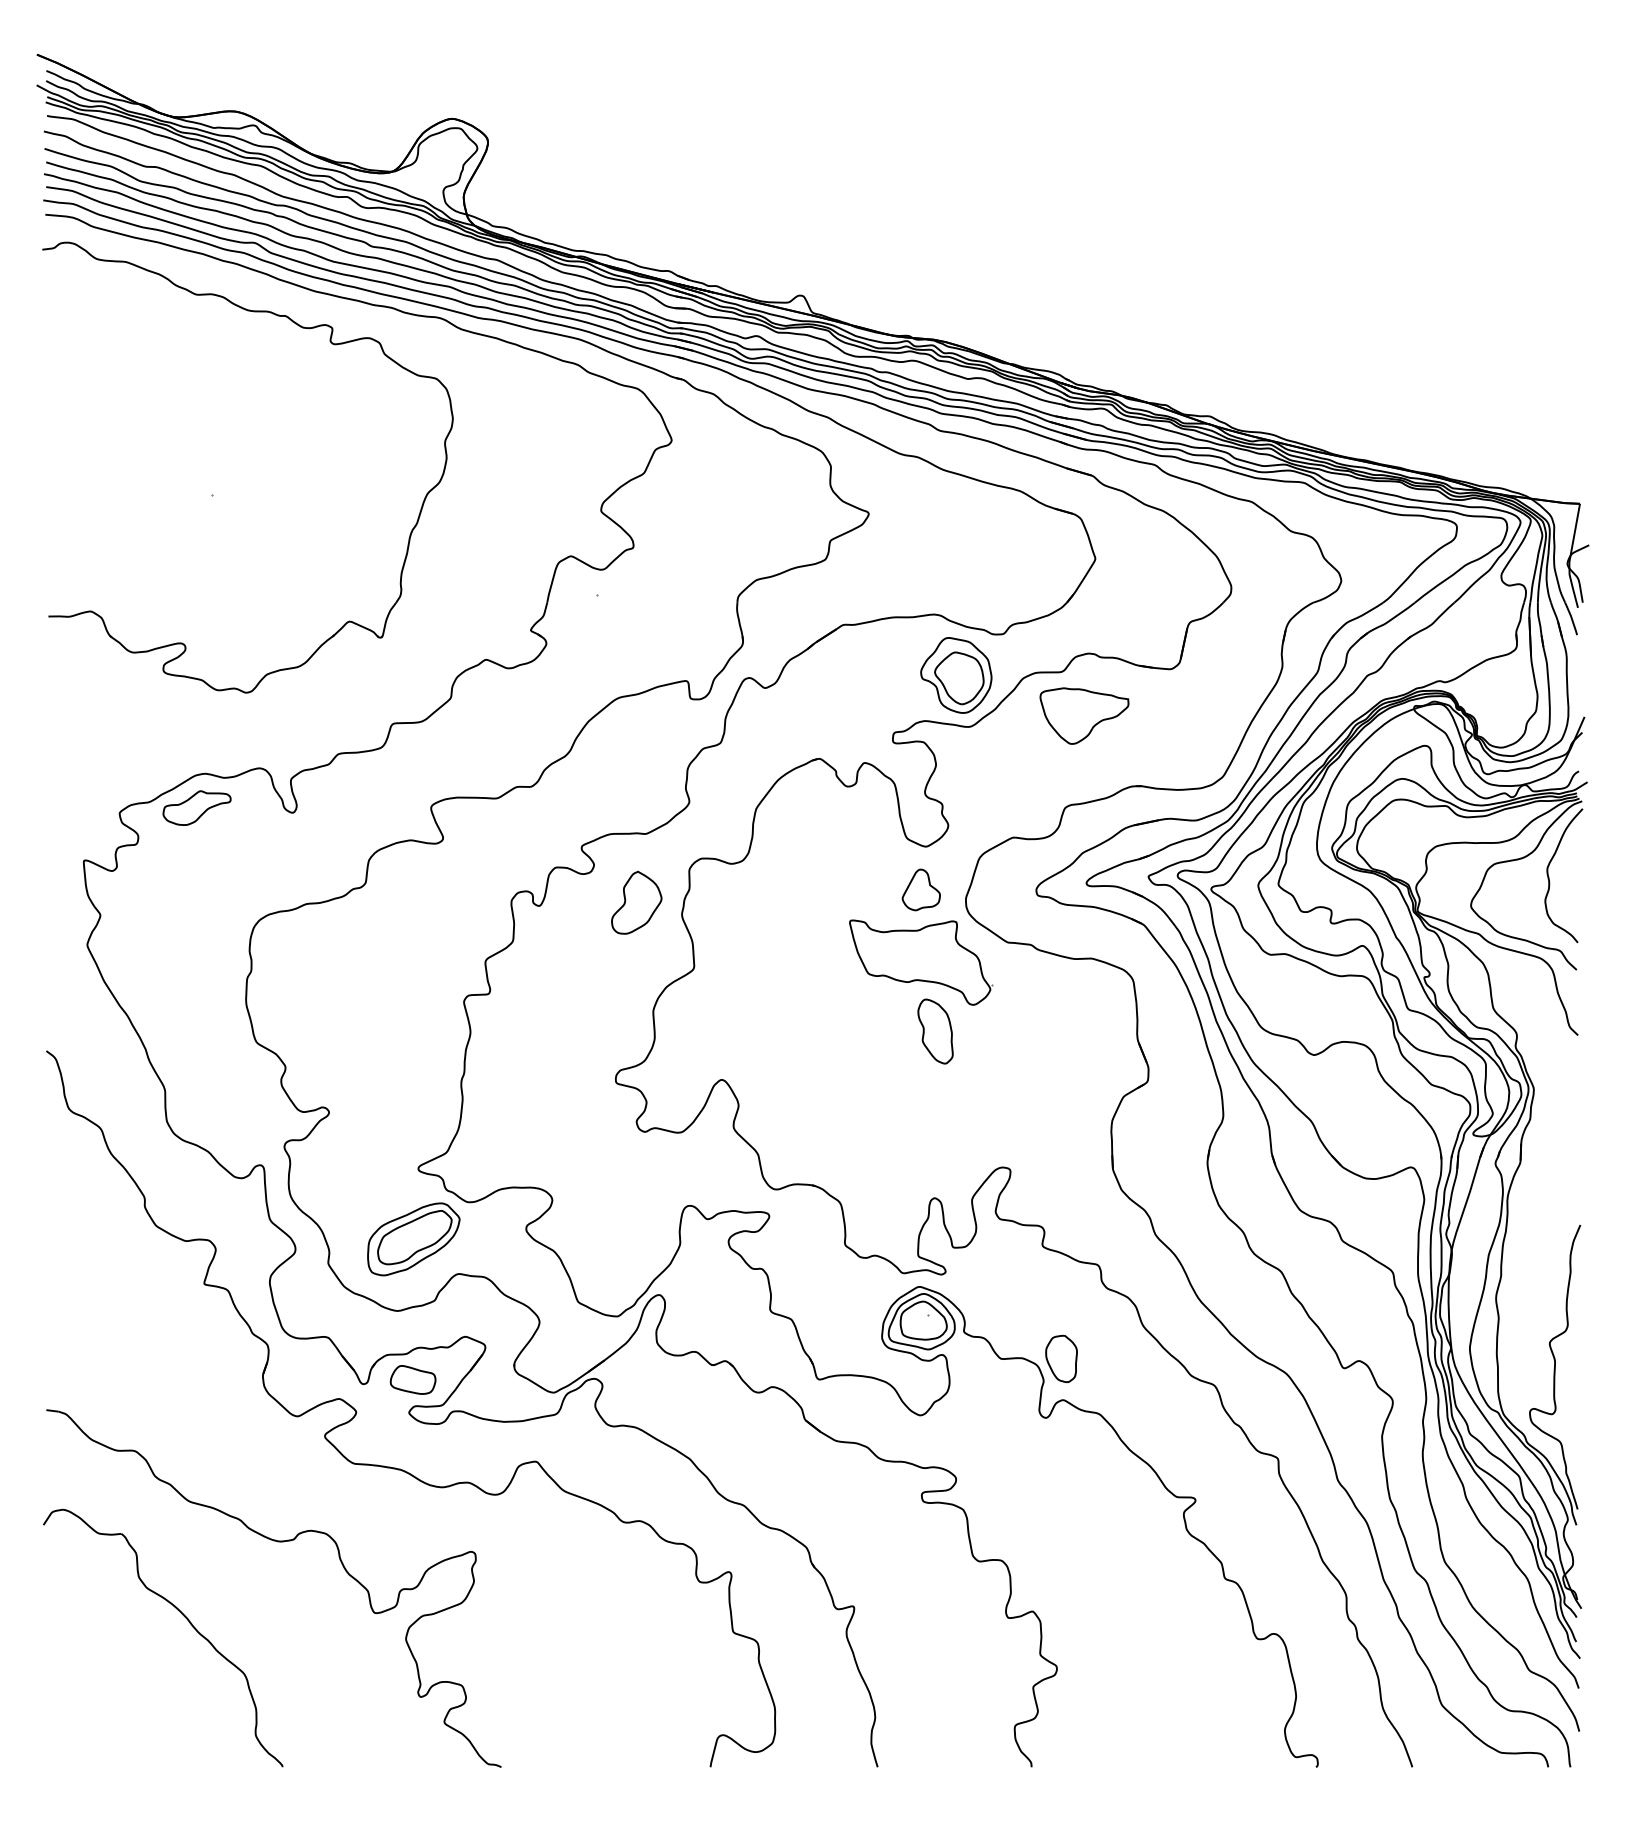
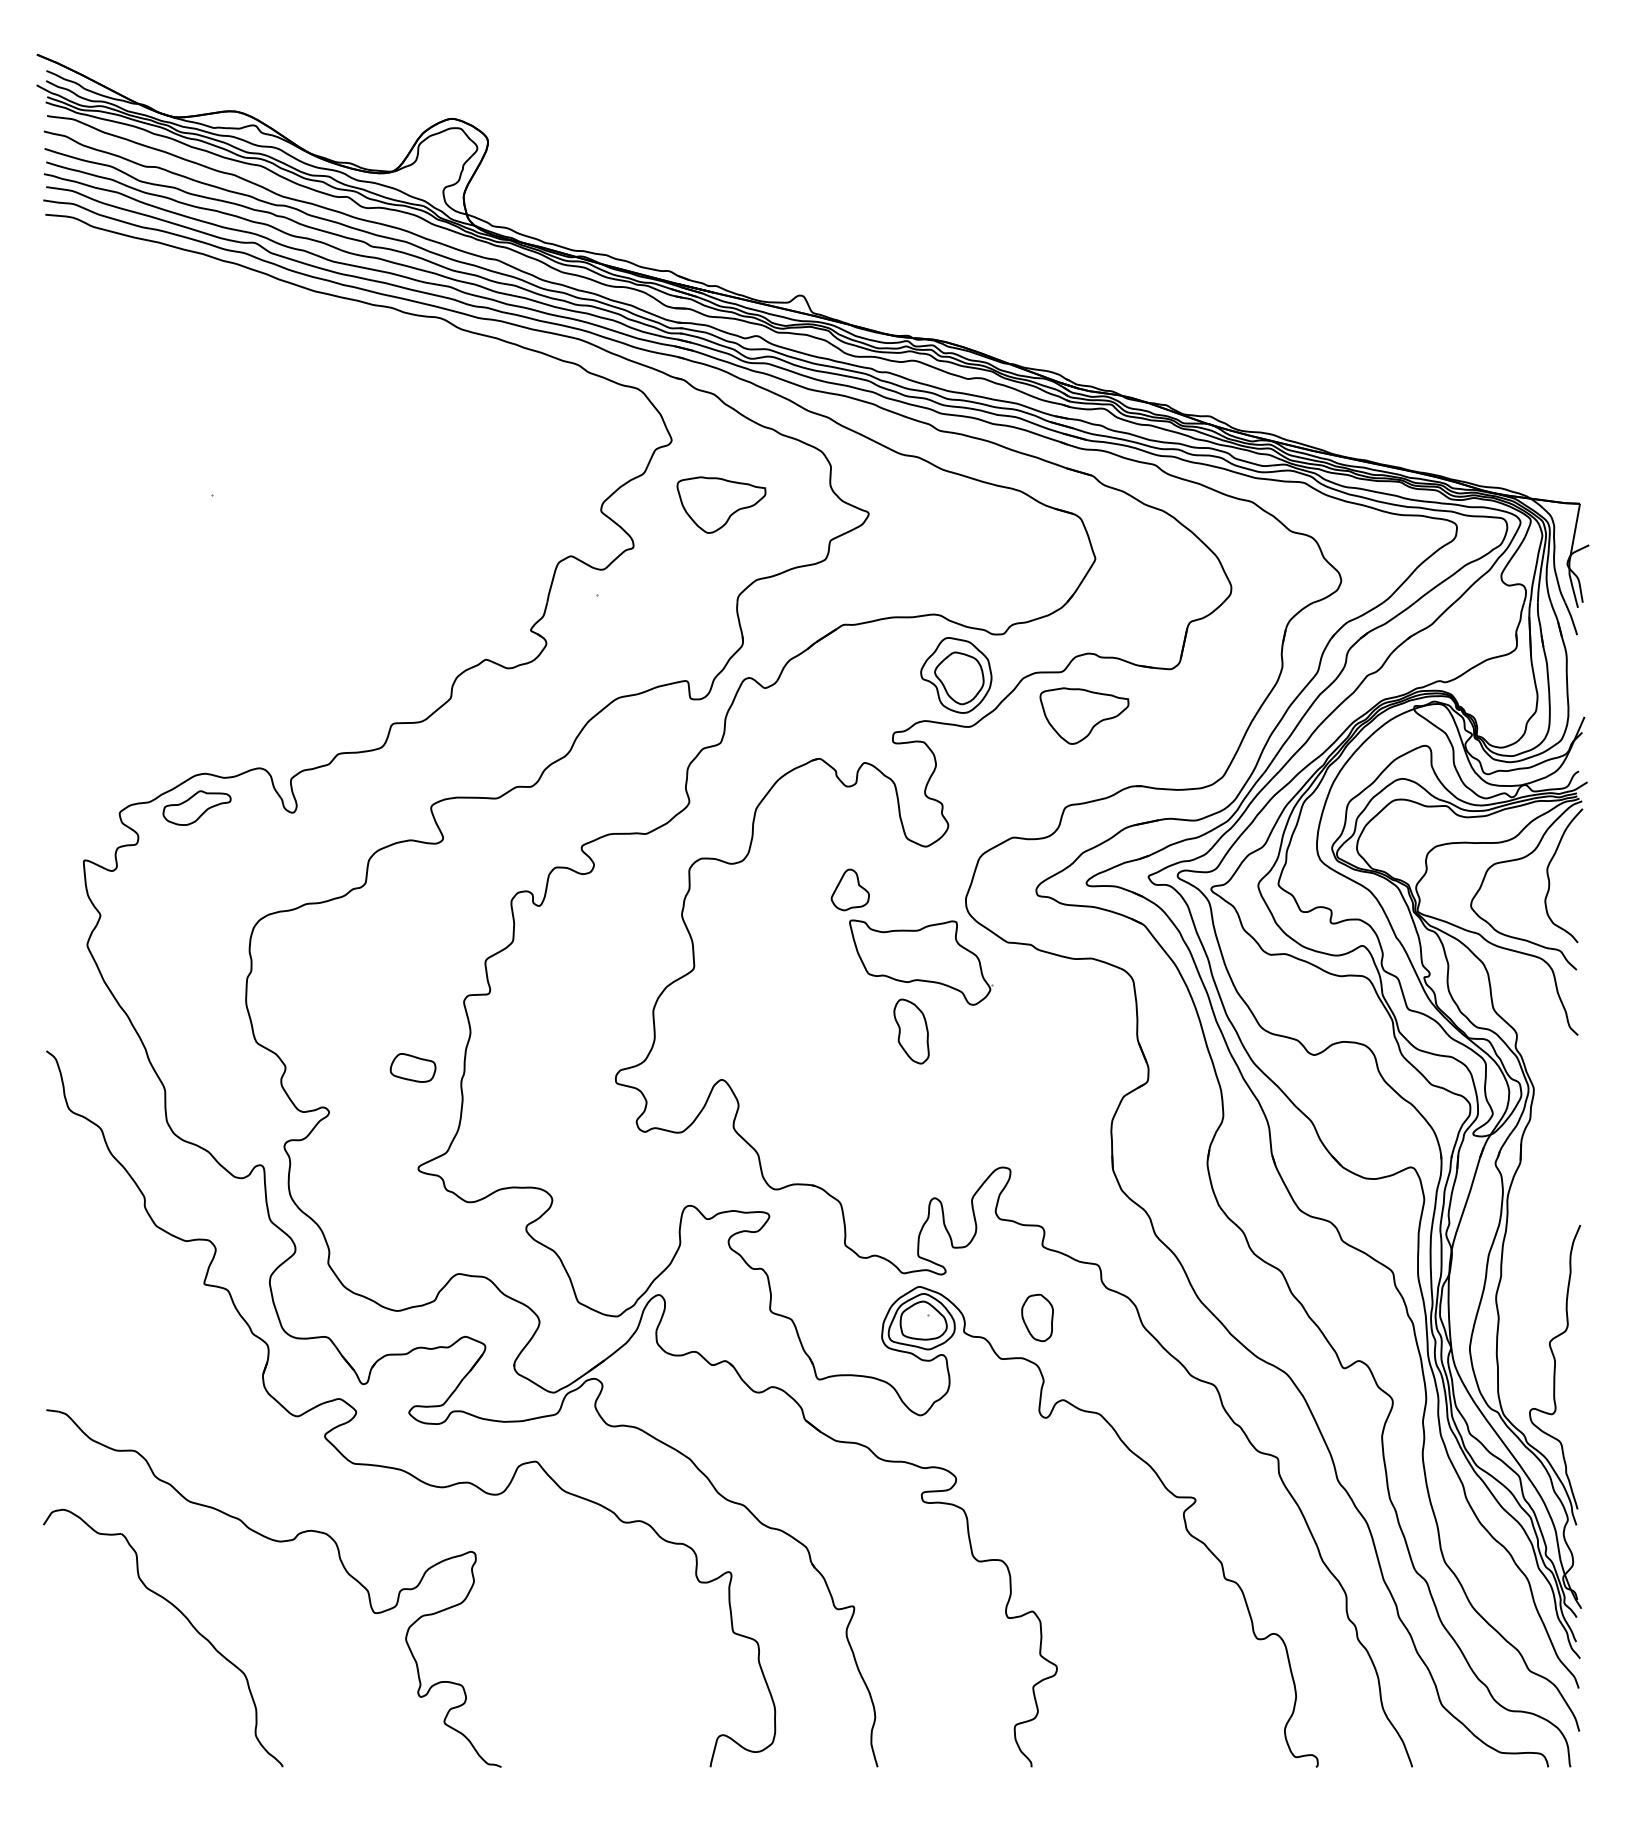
part at (302, 328): present -> none
part at (721, 504): none -> present
part at (920, 889) position: (920, 889) -> (849, 889)
part at (636, 902): present -> none
part at (935, 1031) position: (935, 1031) -> (911, 1031)
part at (413, 1239): present -> none
part at (1061, 1358) position: (1061, 1358) -> (1037, 1317)
part at (412, 1379) position: (412, 1379) -> (412, 1067)
